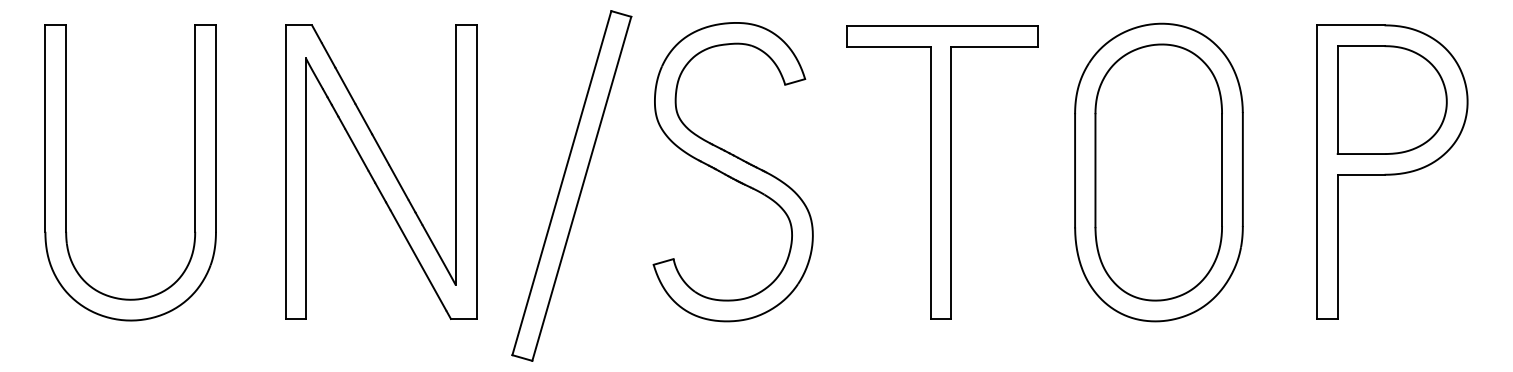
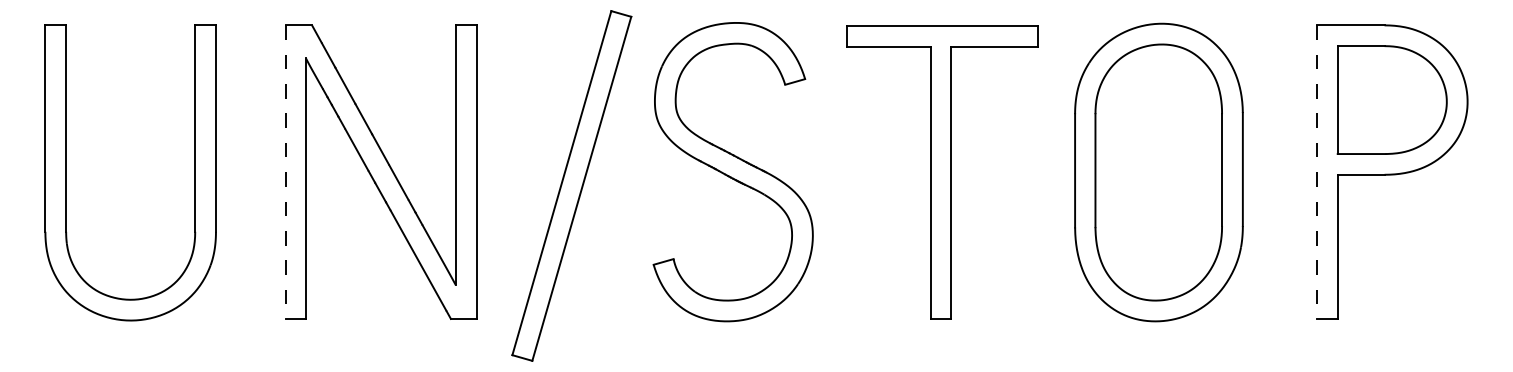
line at (285, 172): solid -> dashed
line at (1316, 172): solid -> dashed
